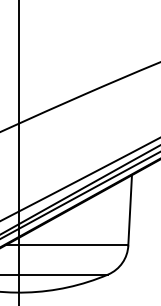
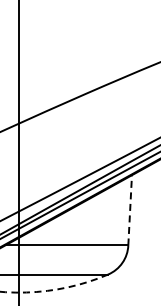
line at (130, 209): solid -> dashed
arc at (55, 289): solid -> dashed
